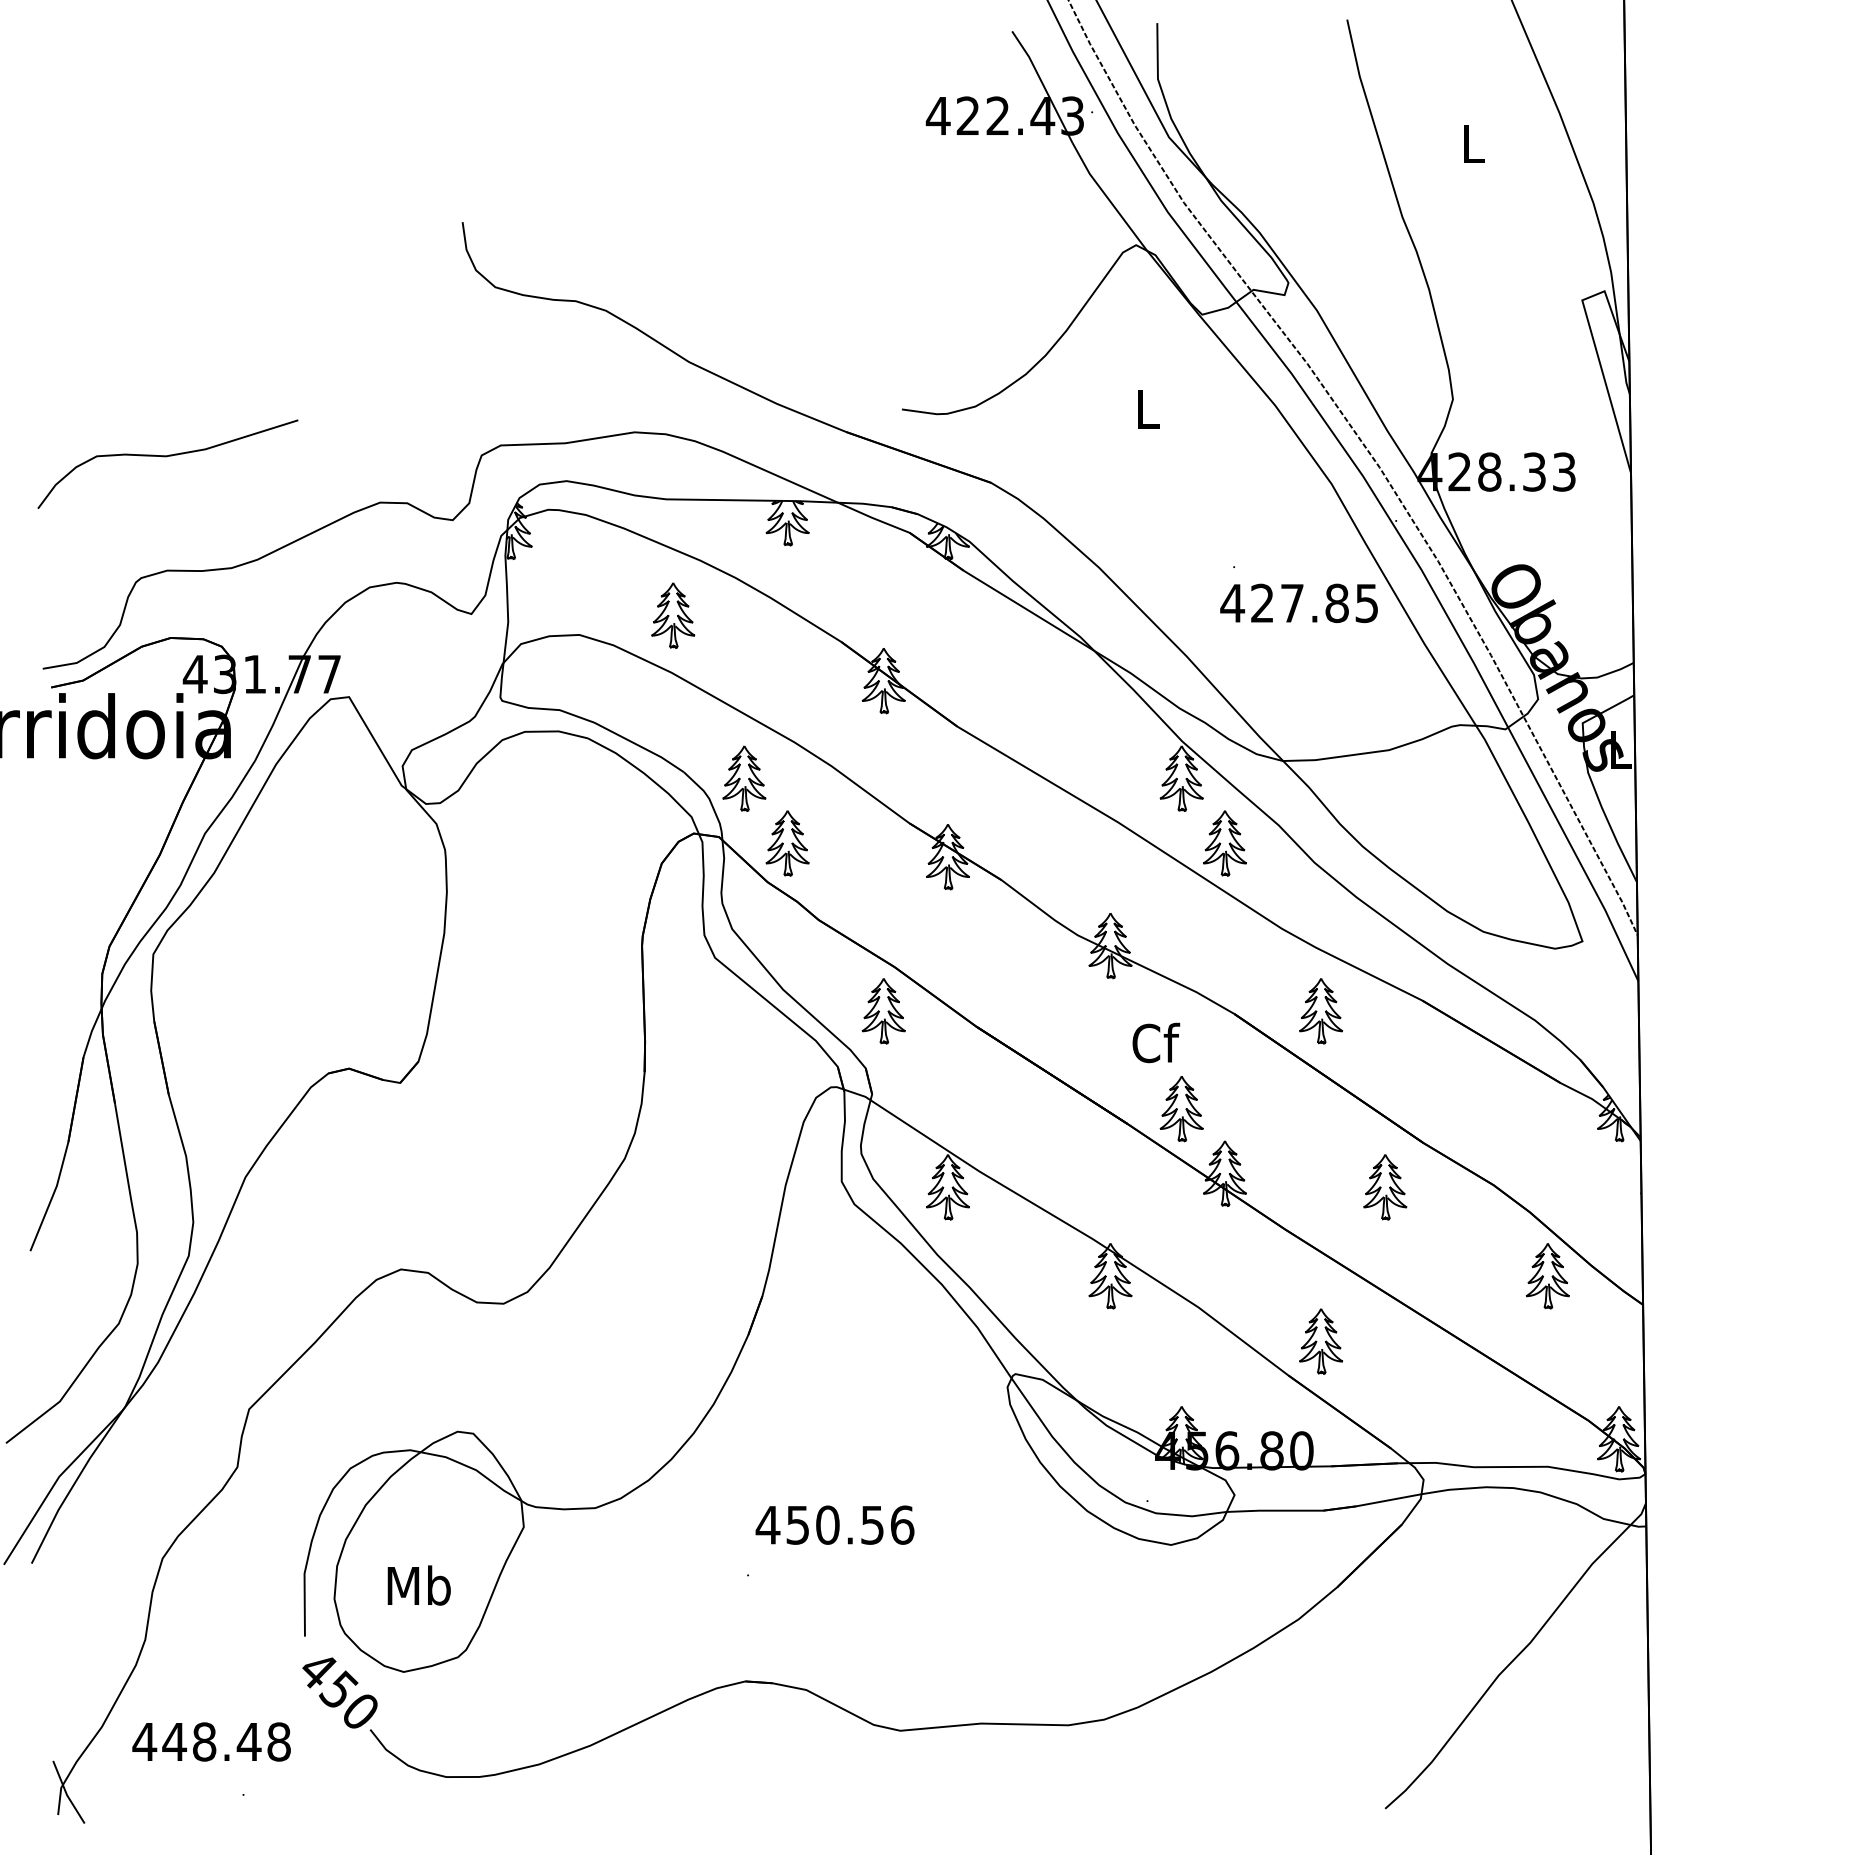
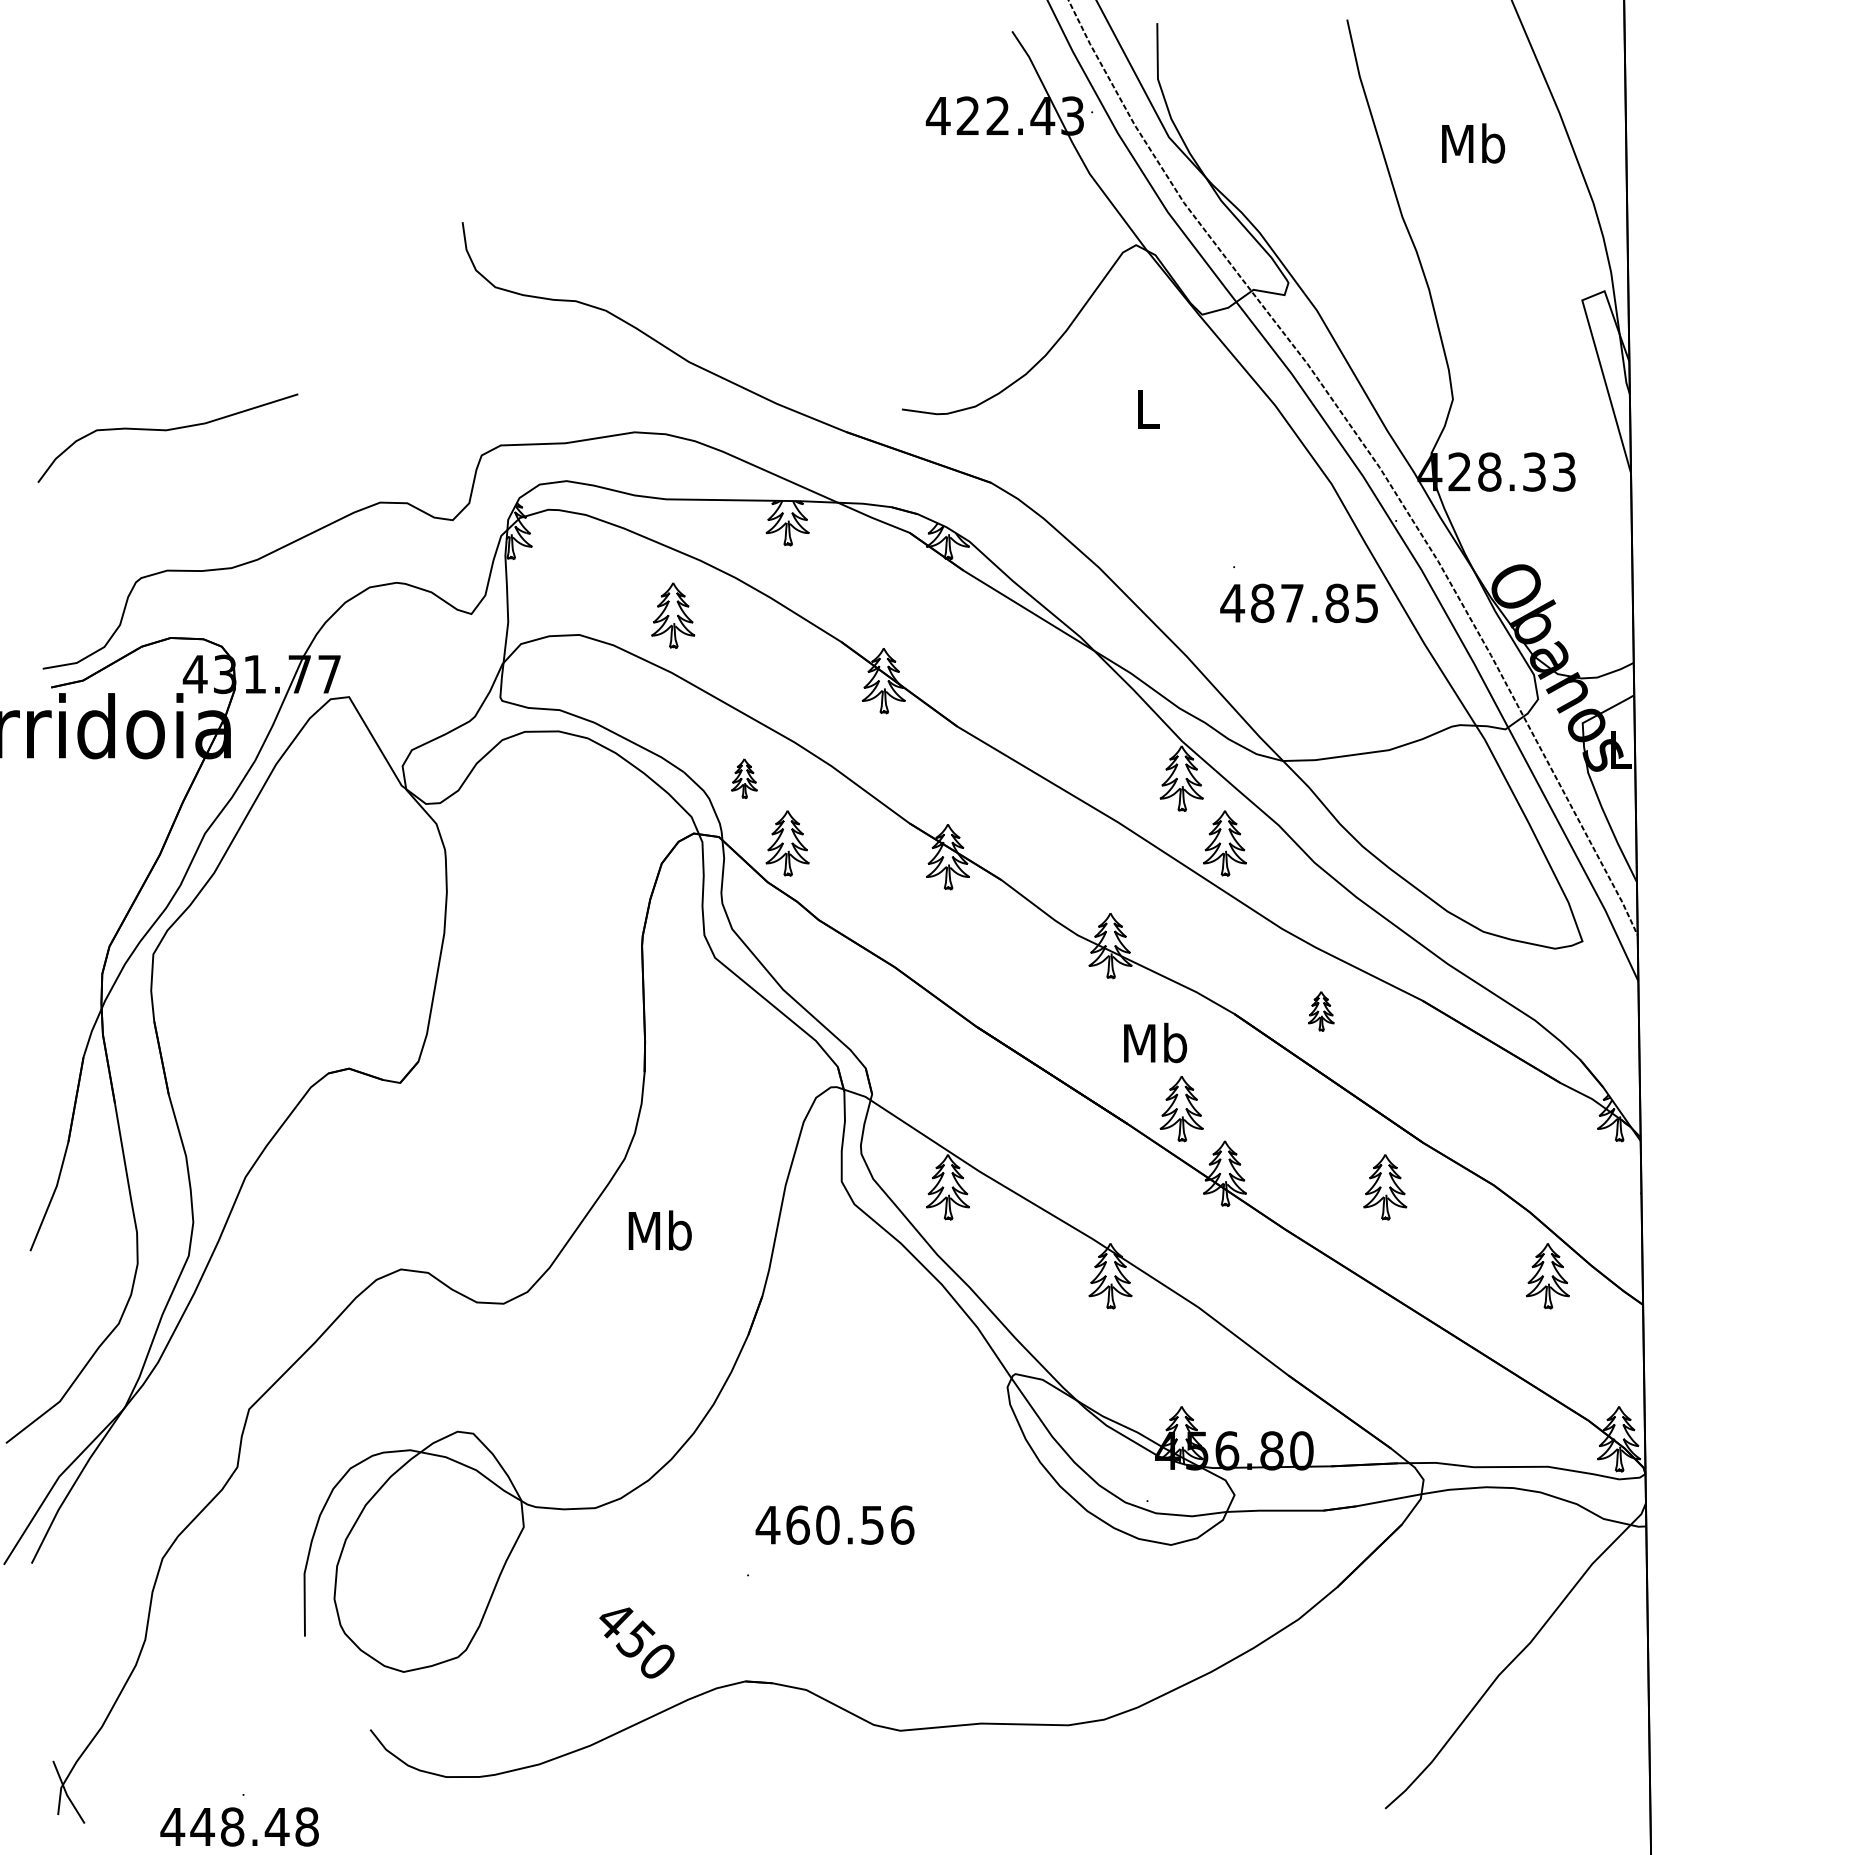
text at (1473, 143): L -> Mb
curve at (166, 457) position: (166, 457) -> (166, 431)
text at (1262, 603): 427.85 -> 487.85
part at (744, 778) size: 45x67 px -> 27x42 px
part at (883, 1011): present -> none
part at (1321, 1011) size: 45x67 px -> 27x41 px
text at (1155, 1042): Cf -> Mb
part at (1320, 1341): present -> none
text at (797, 1524): 450.56 -> 460.56
text at (418, 1585) position: (418, 1585) -> (659, 1230)
text at (339, 1692) position: (339, 1692) -> (636, 1642)
text at (211, 1741) position: (211, 1741) -> (239, 1826)
